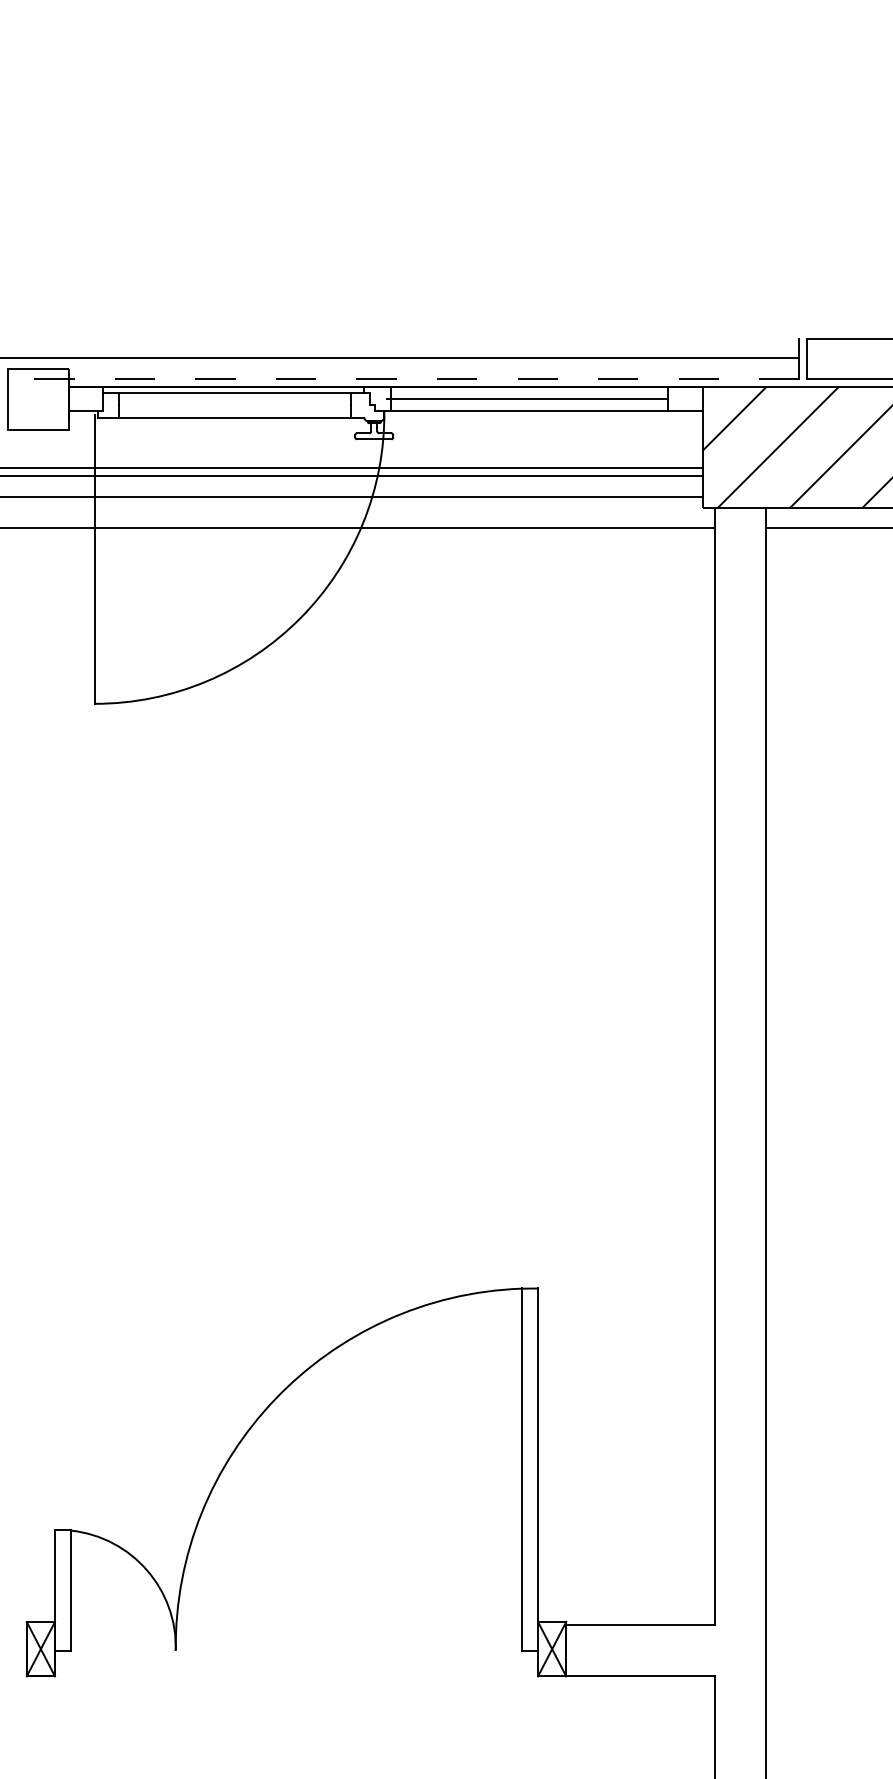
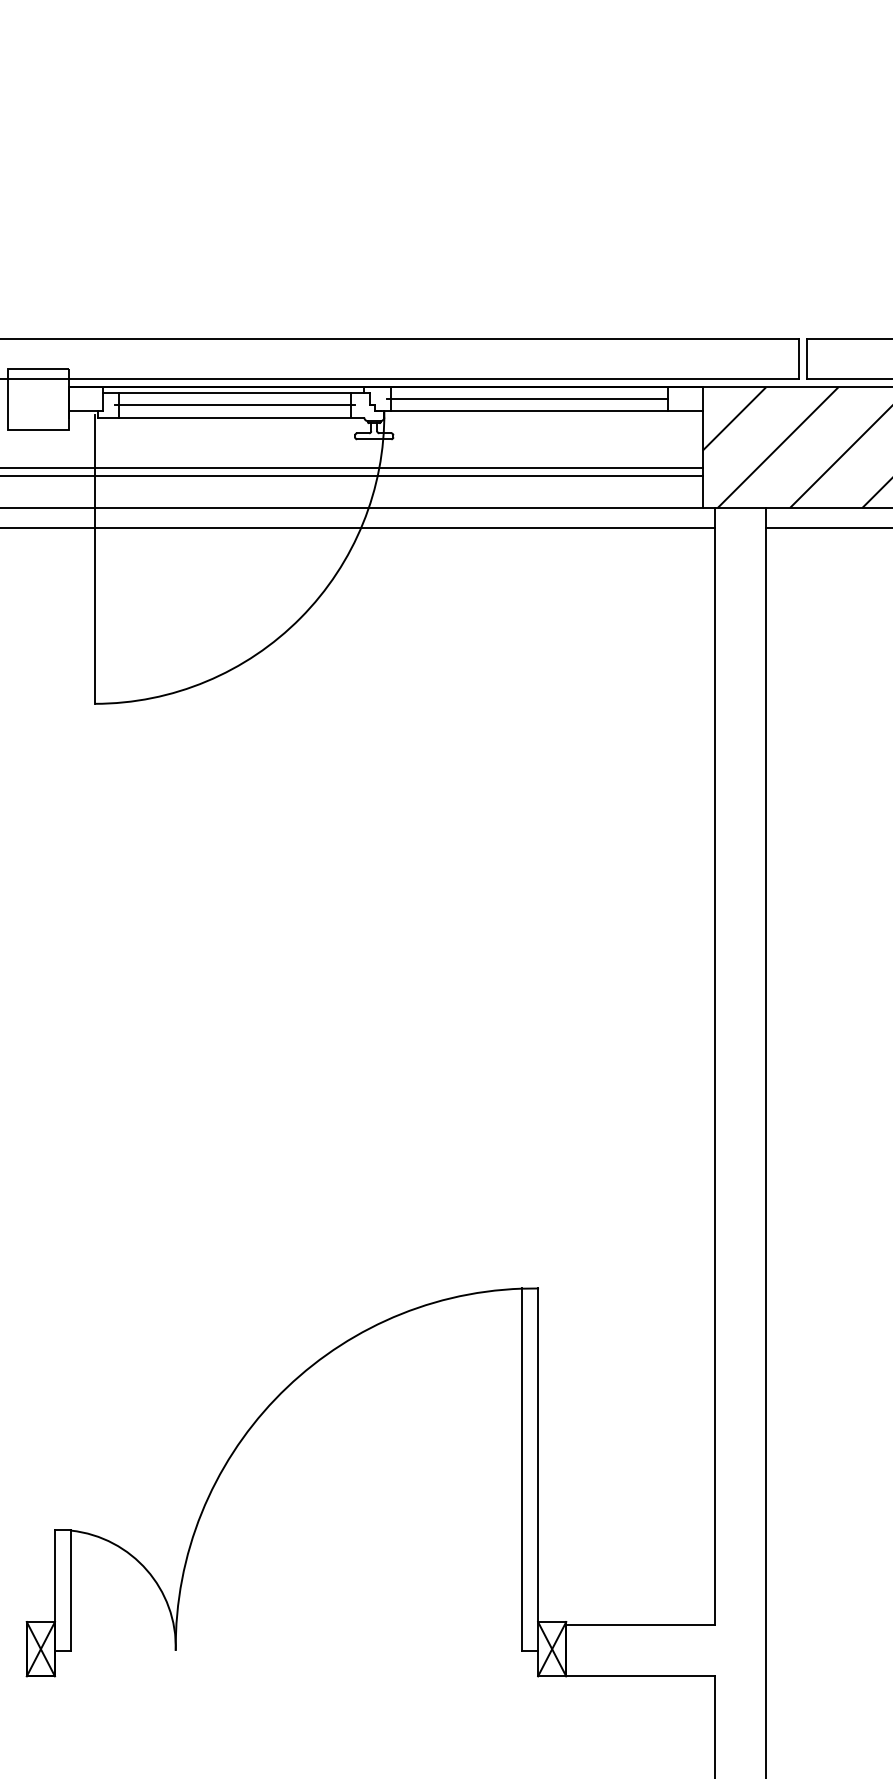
line at (400, 358) position: (400, 358) -> (400, 339)
line at (399, 379): dashed -> solid
line at (234, 405): none -> present
line at (352, 497) position: (352, 497) -> (352, 508)
